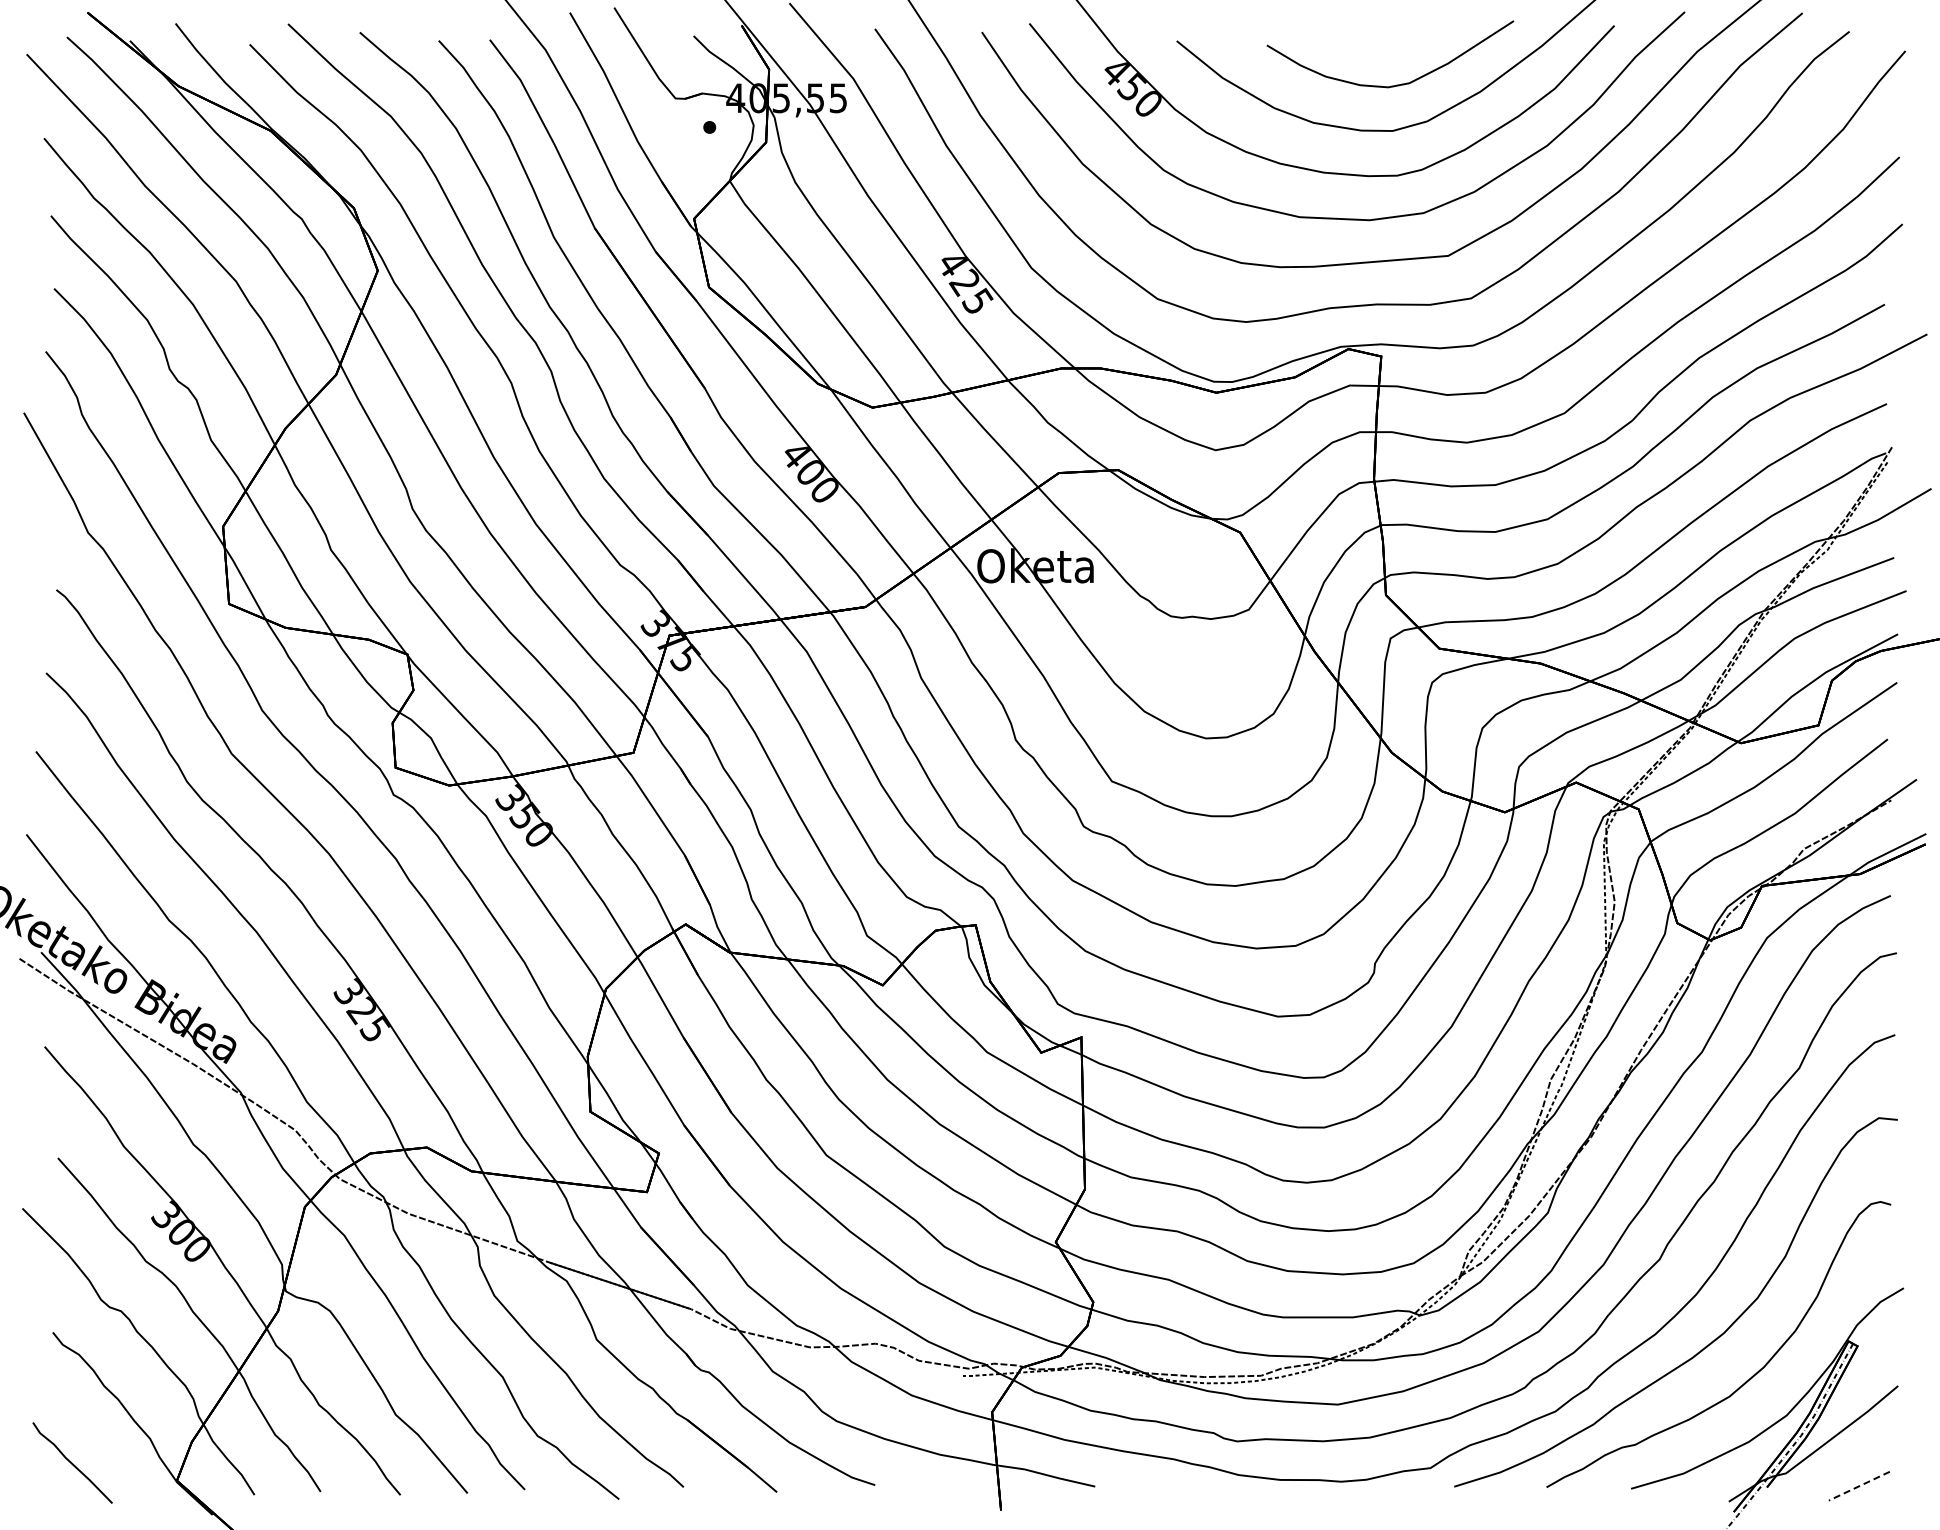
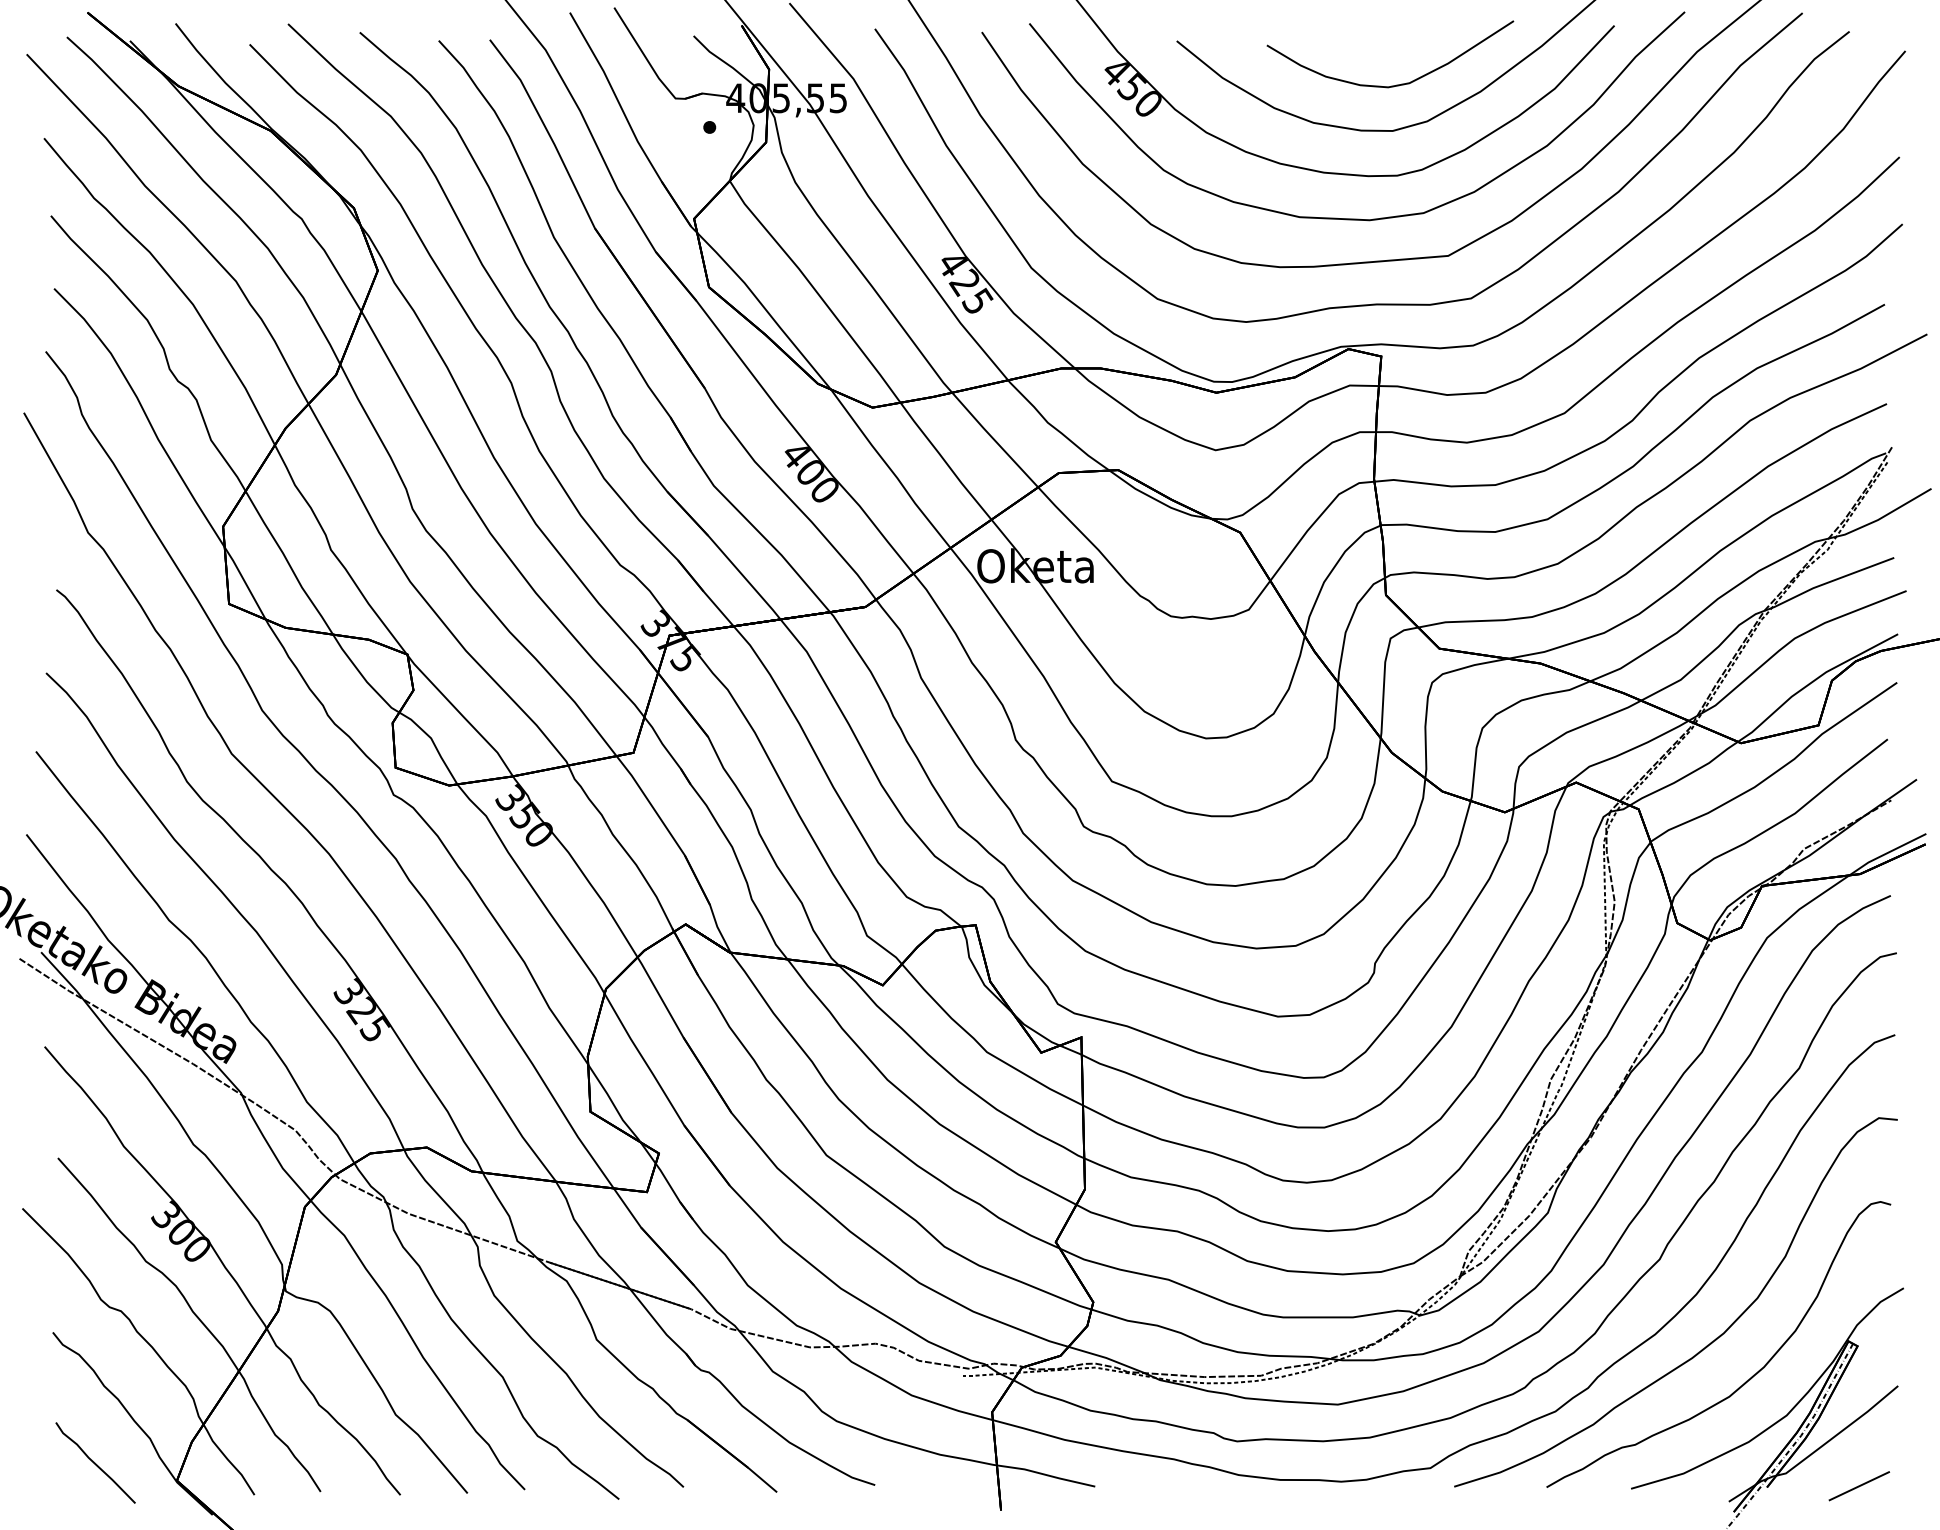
curve at (72, 1462) position: (72, 1462) -> (95, 1462)
line at (1859, 1486): dashed -> solid
